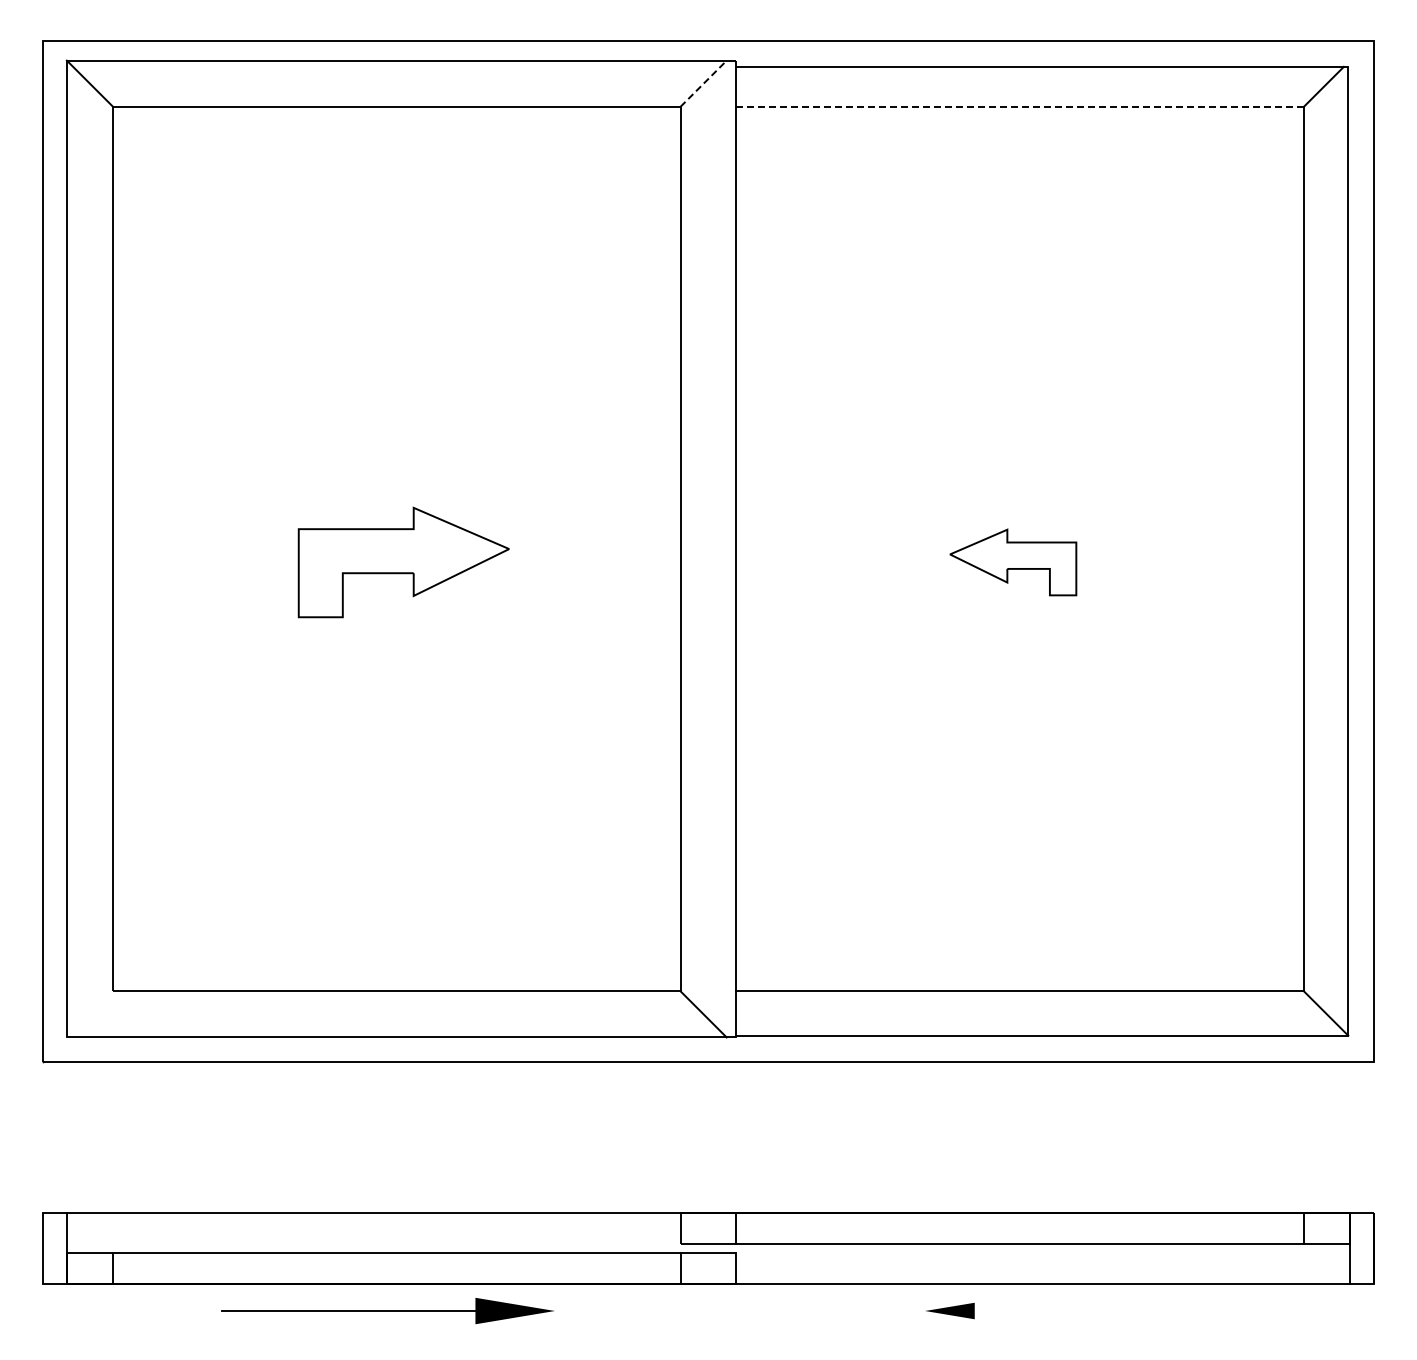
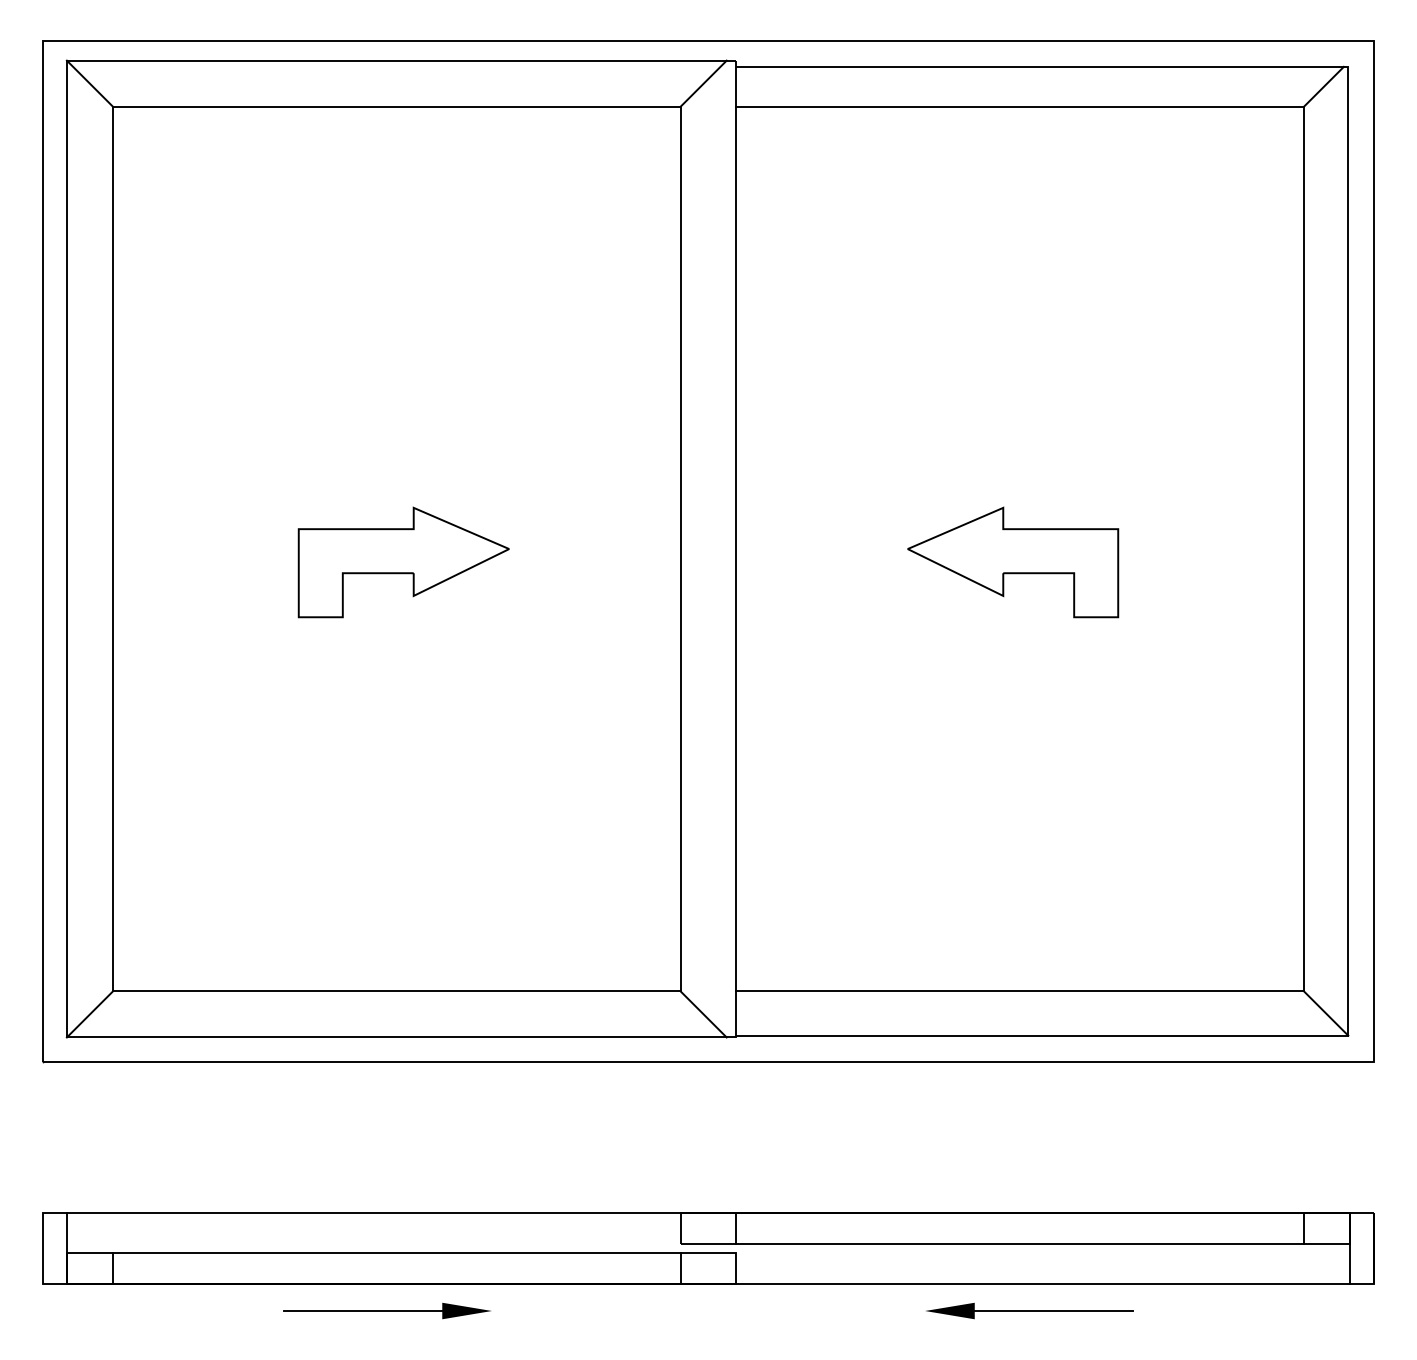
line at (703, 83): dashed -> solid
line at (1020, 106): dashed -> solid
part at (1013, 562) size: 129x69 px -> 213x113 px
line at (89, 1014): none -> present
part at (387, 1311) size: 333x27 px -> 208x18 px
line at (1053, 1311): none -> present
